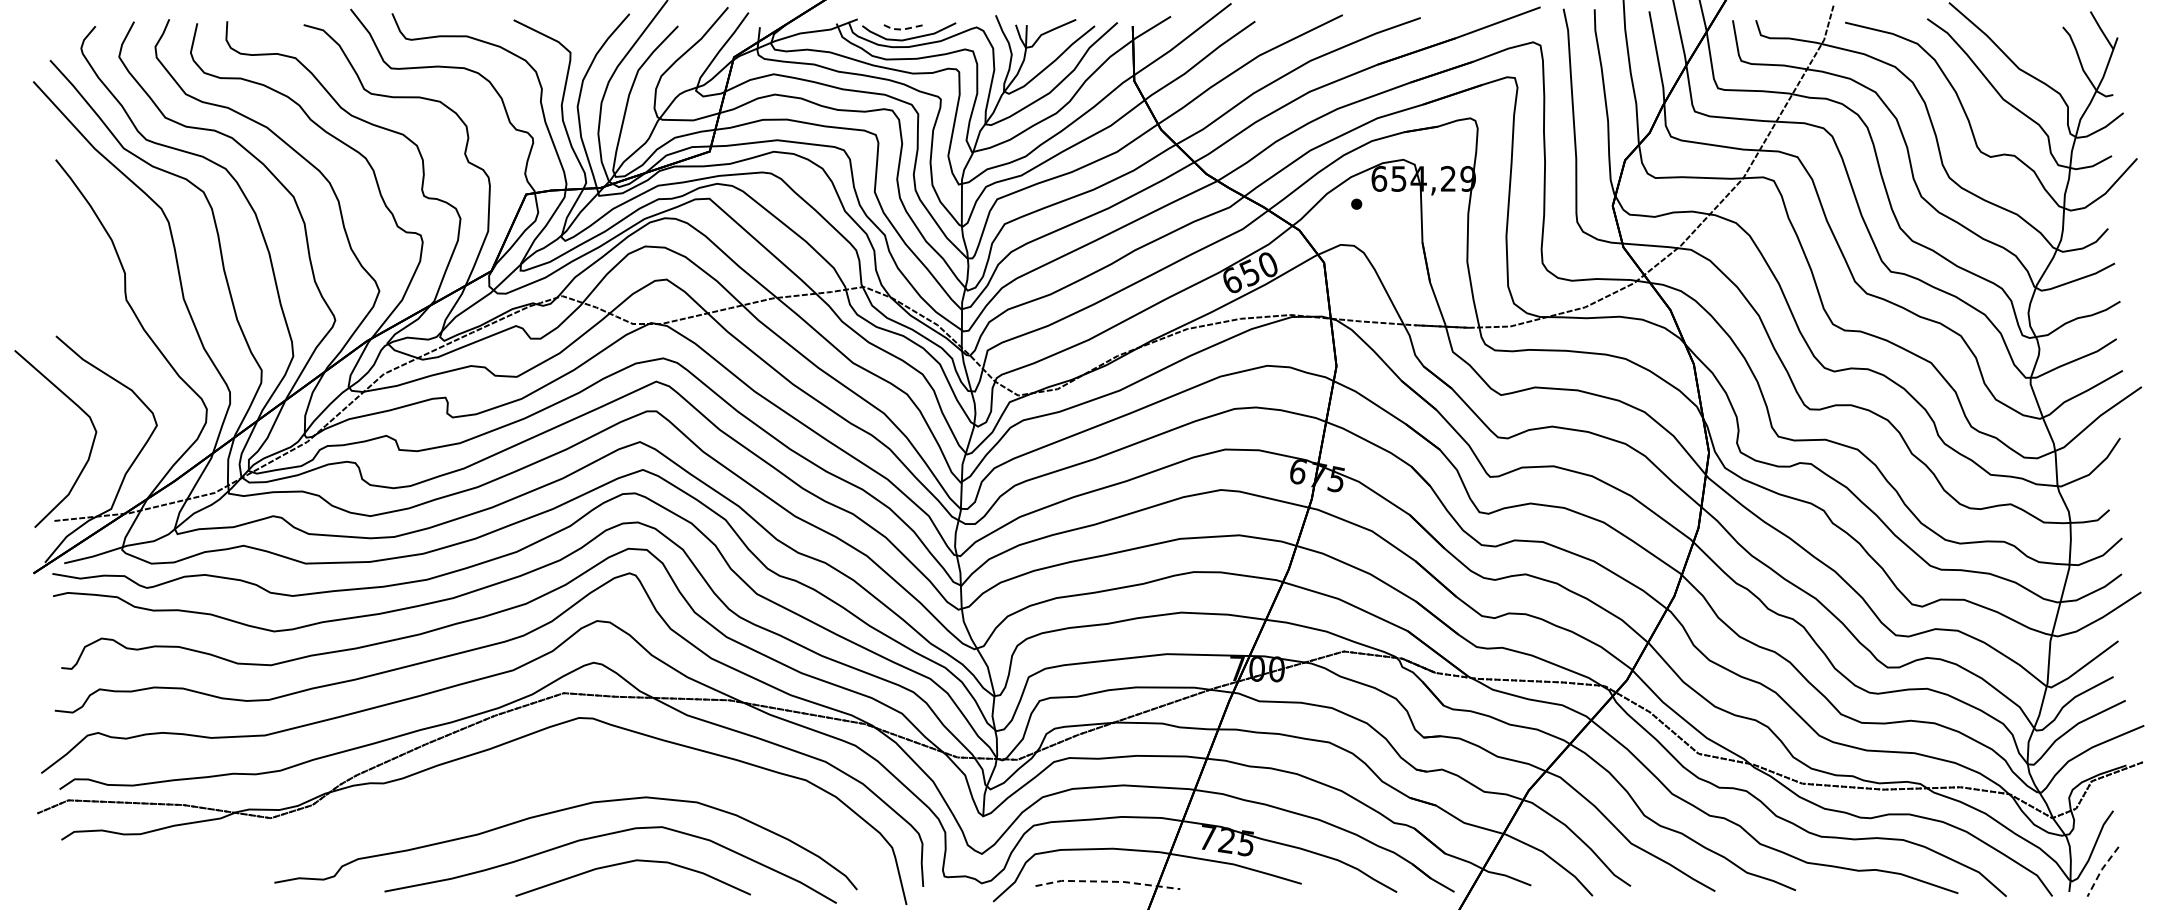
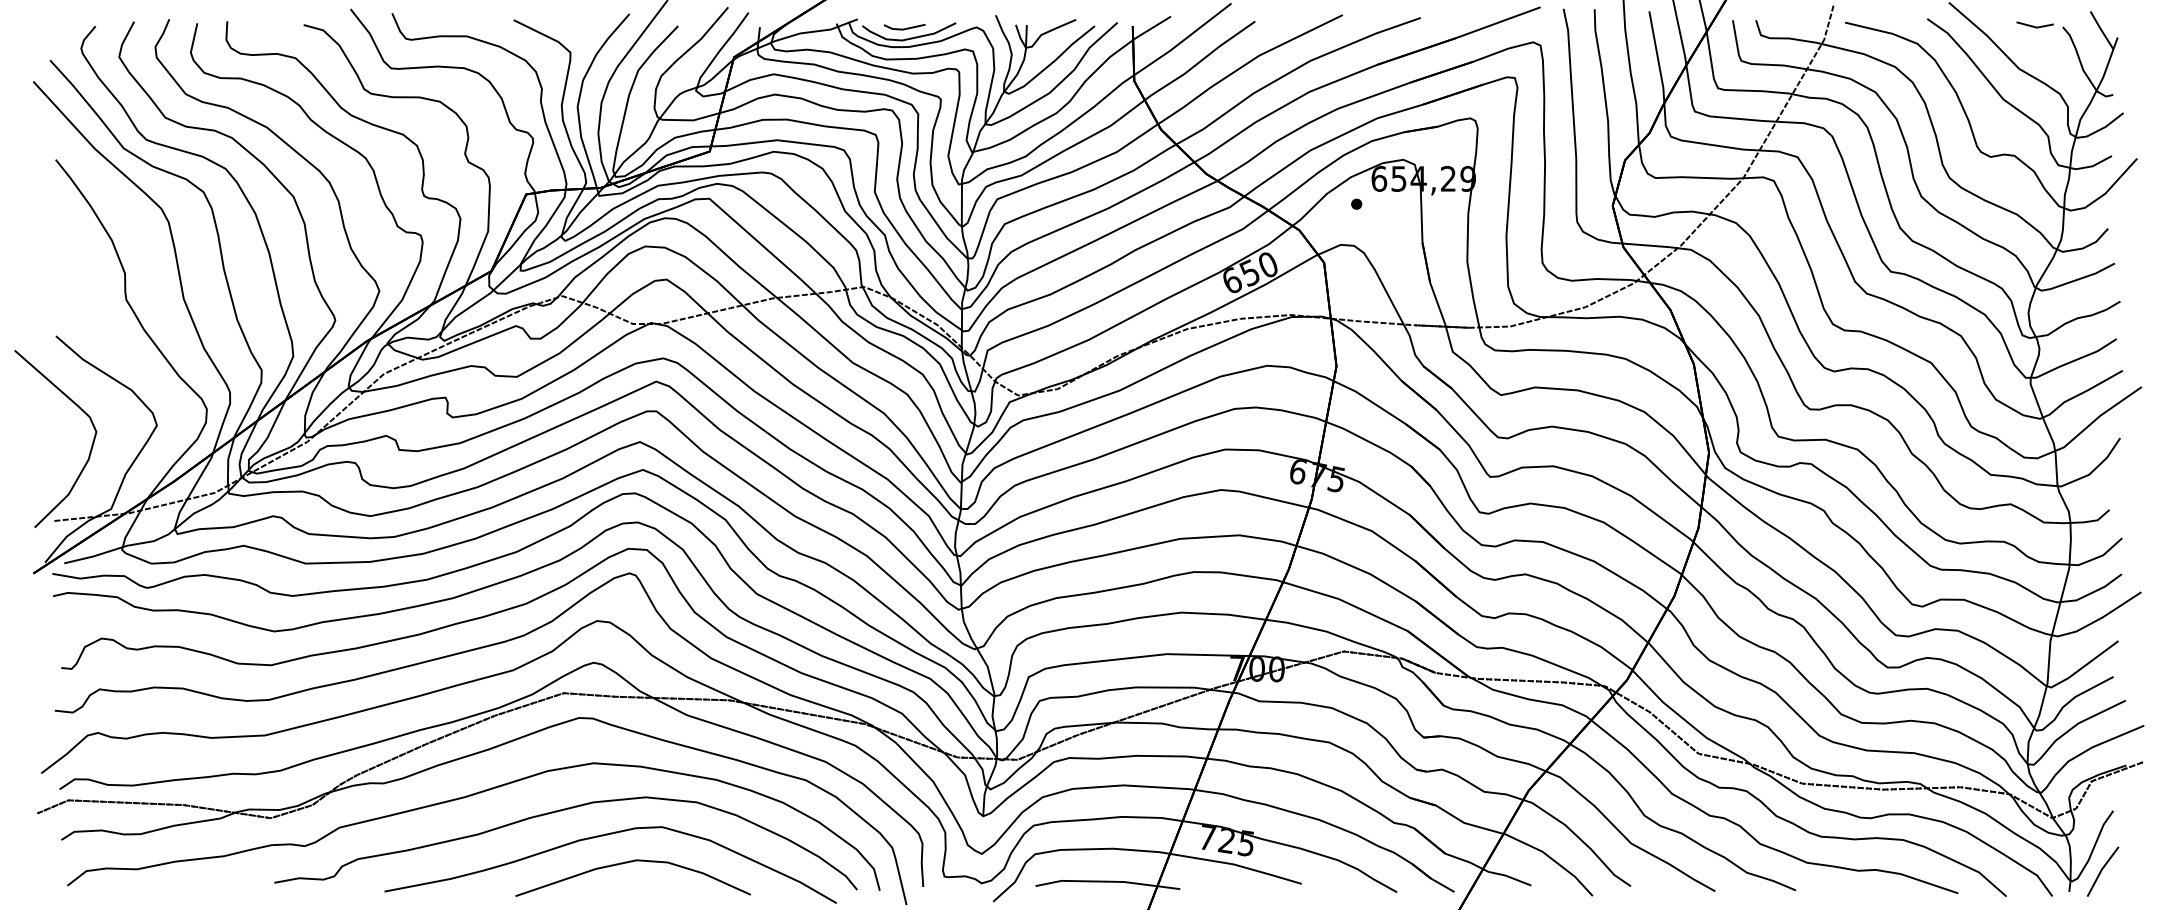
line at (2033, 25): none -> present
line at (903, 29): dashed -> solid
curve at (464, 798): none -> present
line at (2101, 870): dashed -> solid
line at (1108, 881): dashed -> solid
